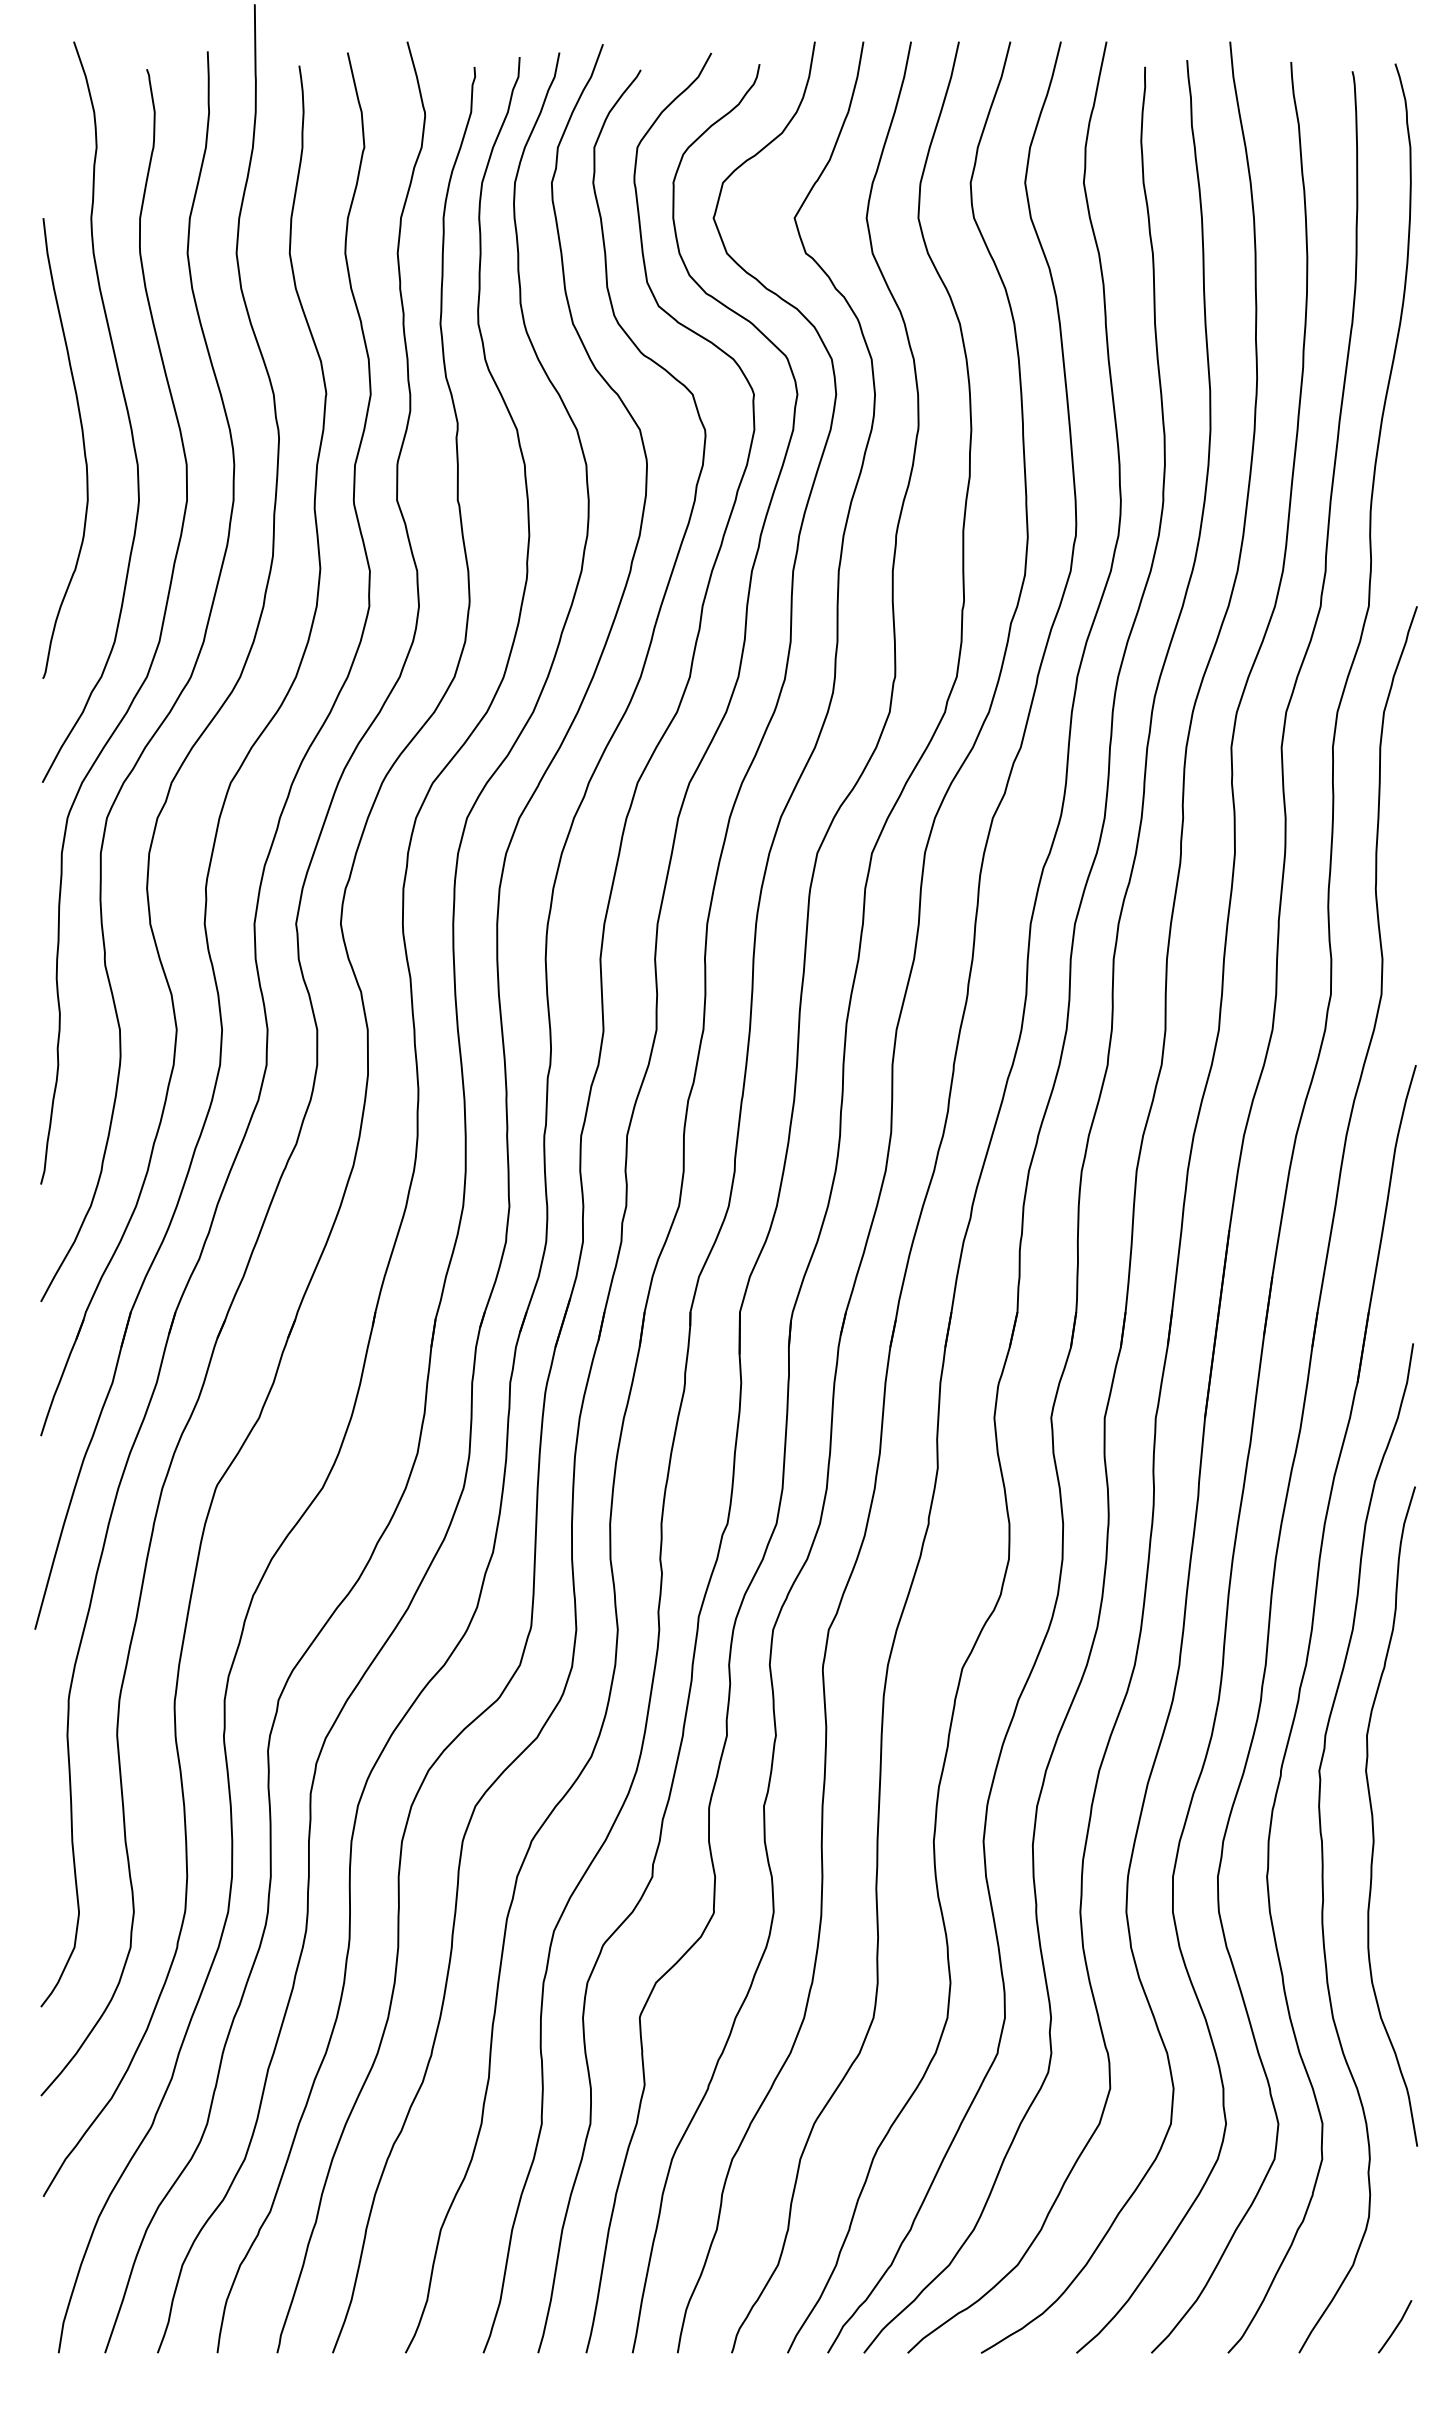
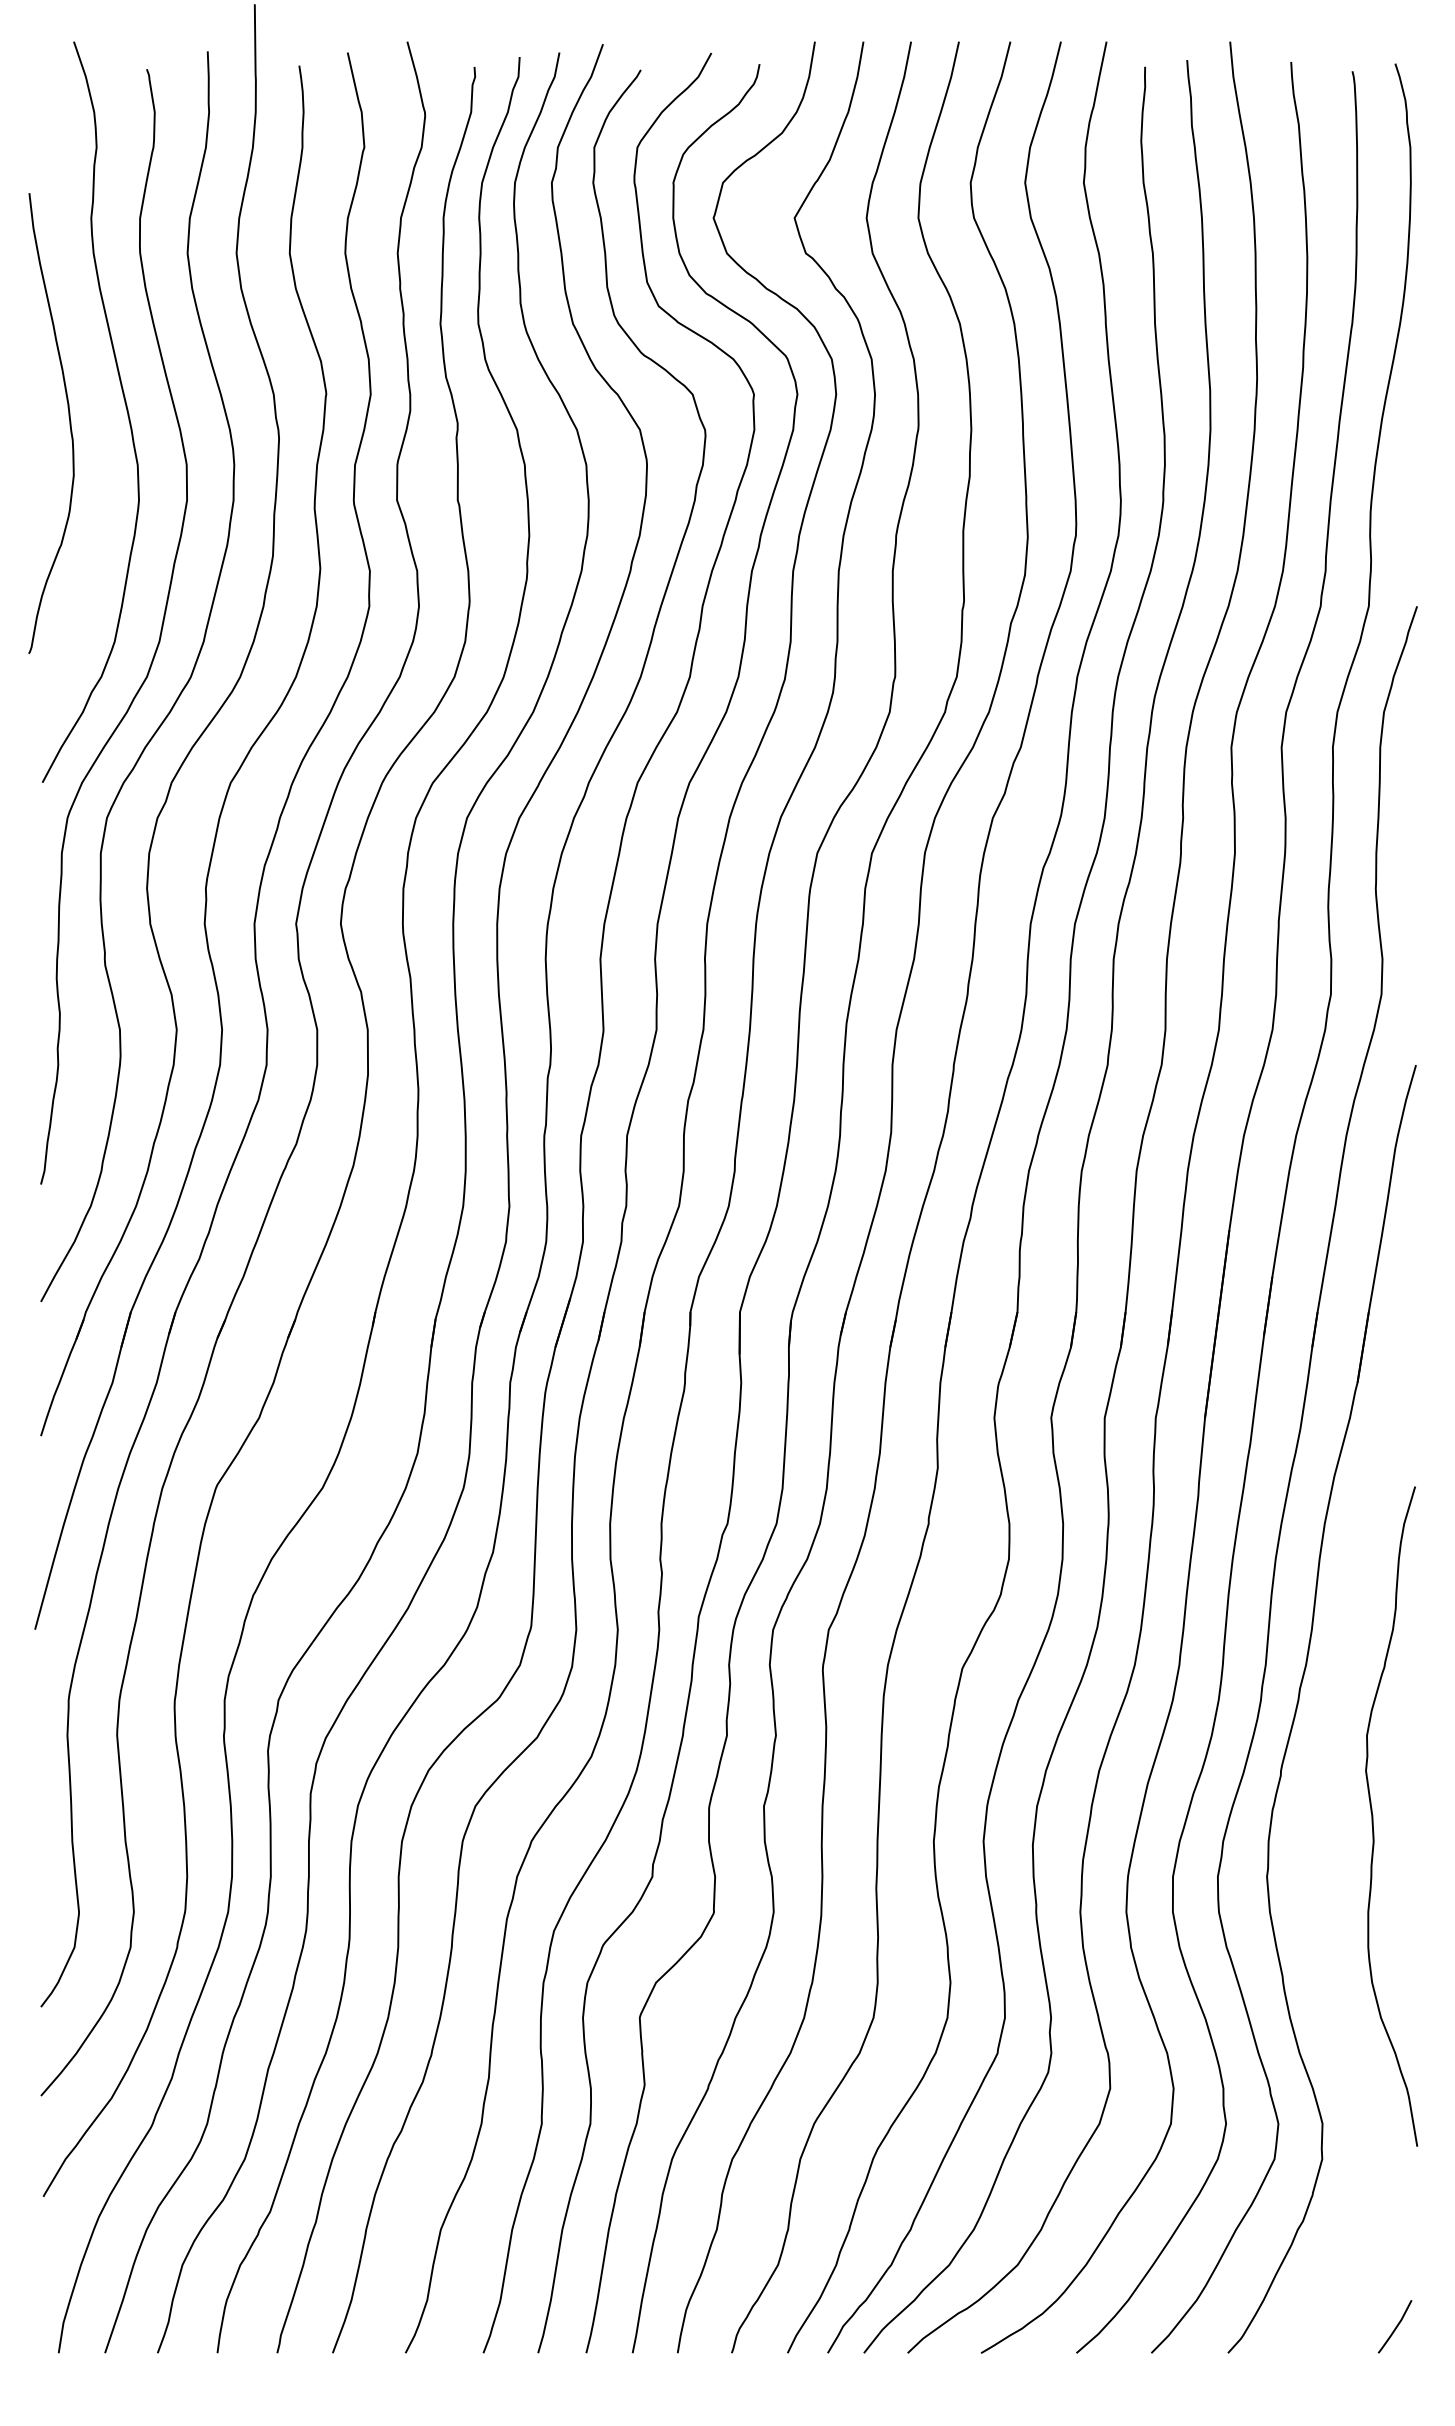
curve at (83, 448) position: (83, 448) -> (69, 423)
curve at (1323, 1848): present -> none
